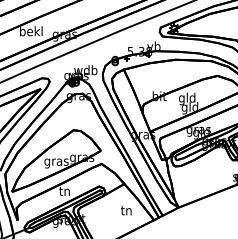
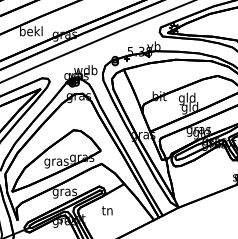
text at (64, 192): tn -> gras
text at (126, 210) position: (126, 210) -> (107, 210)
